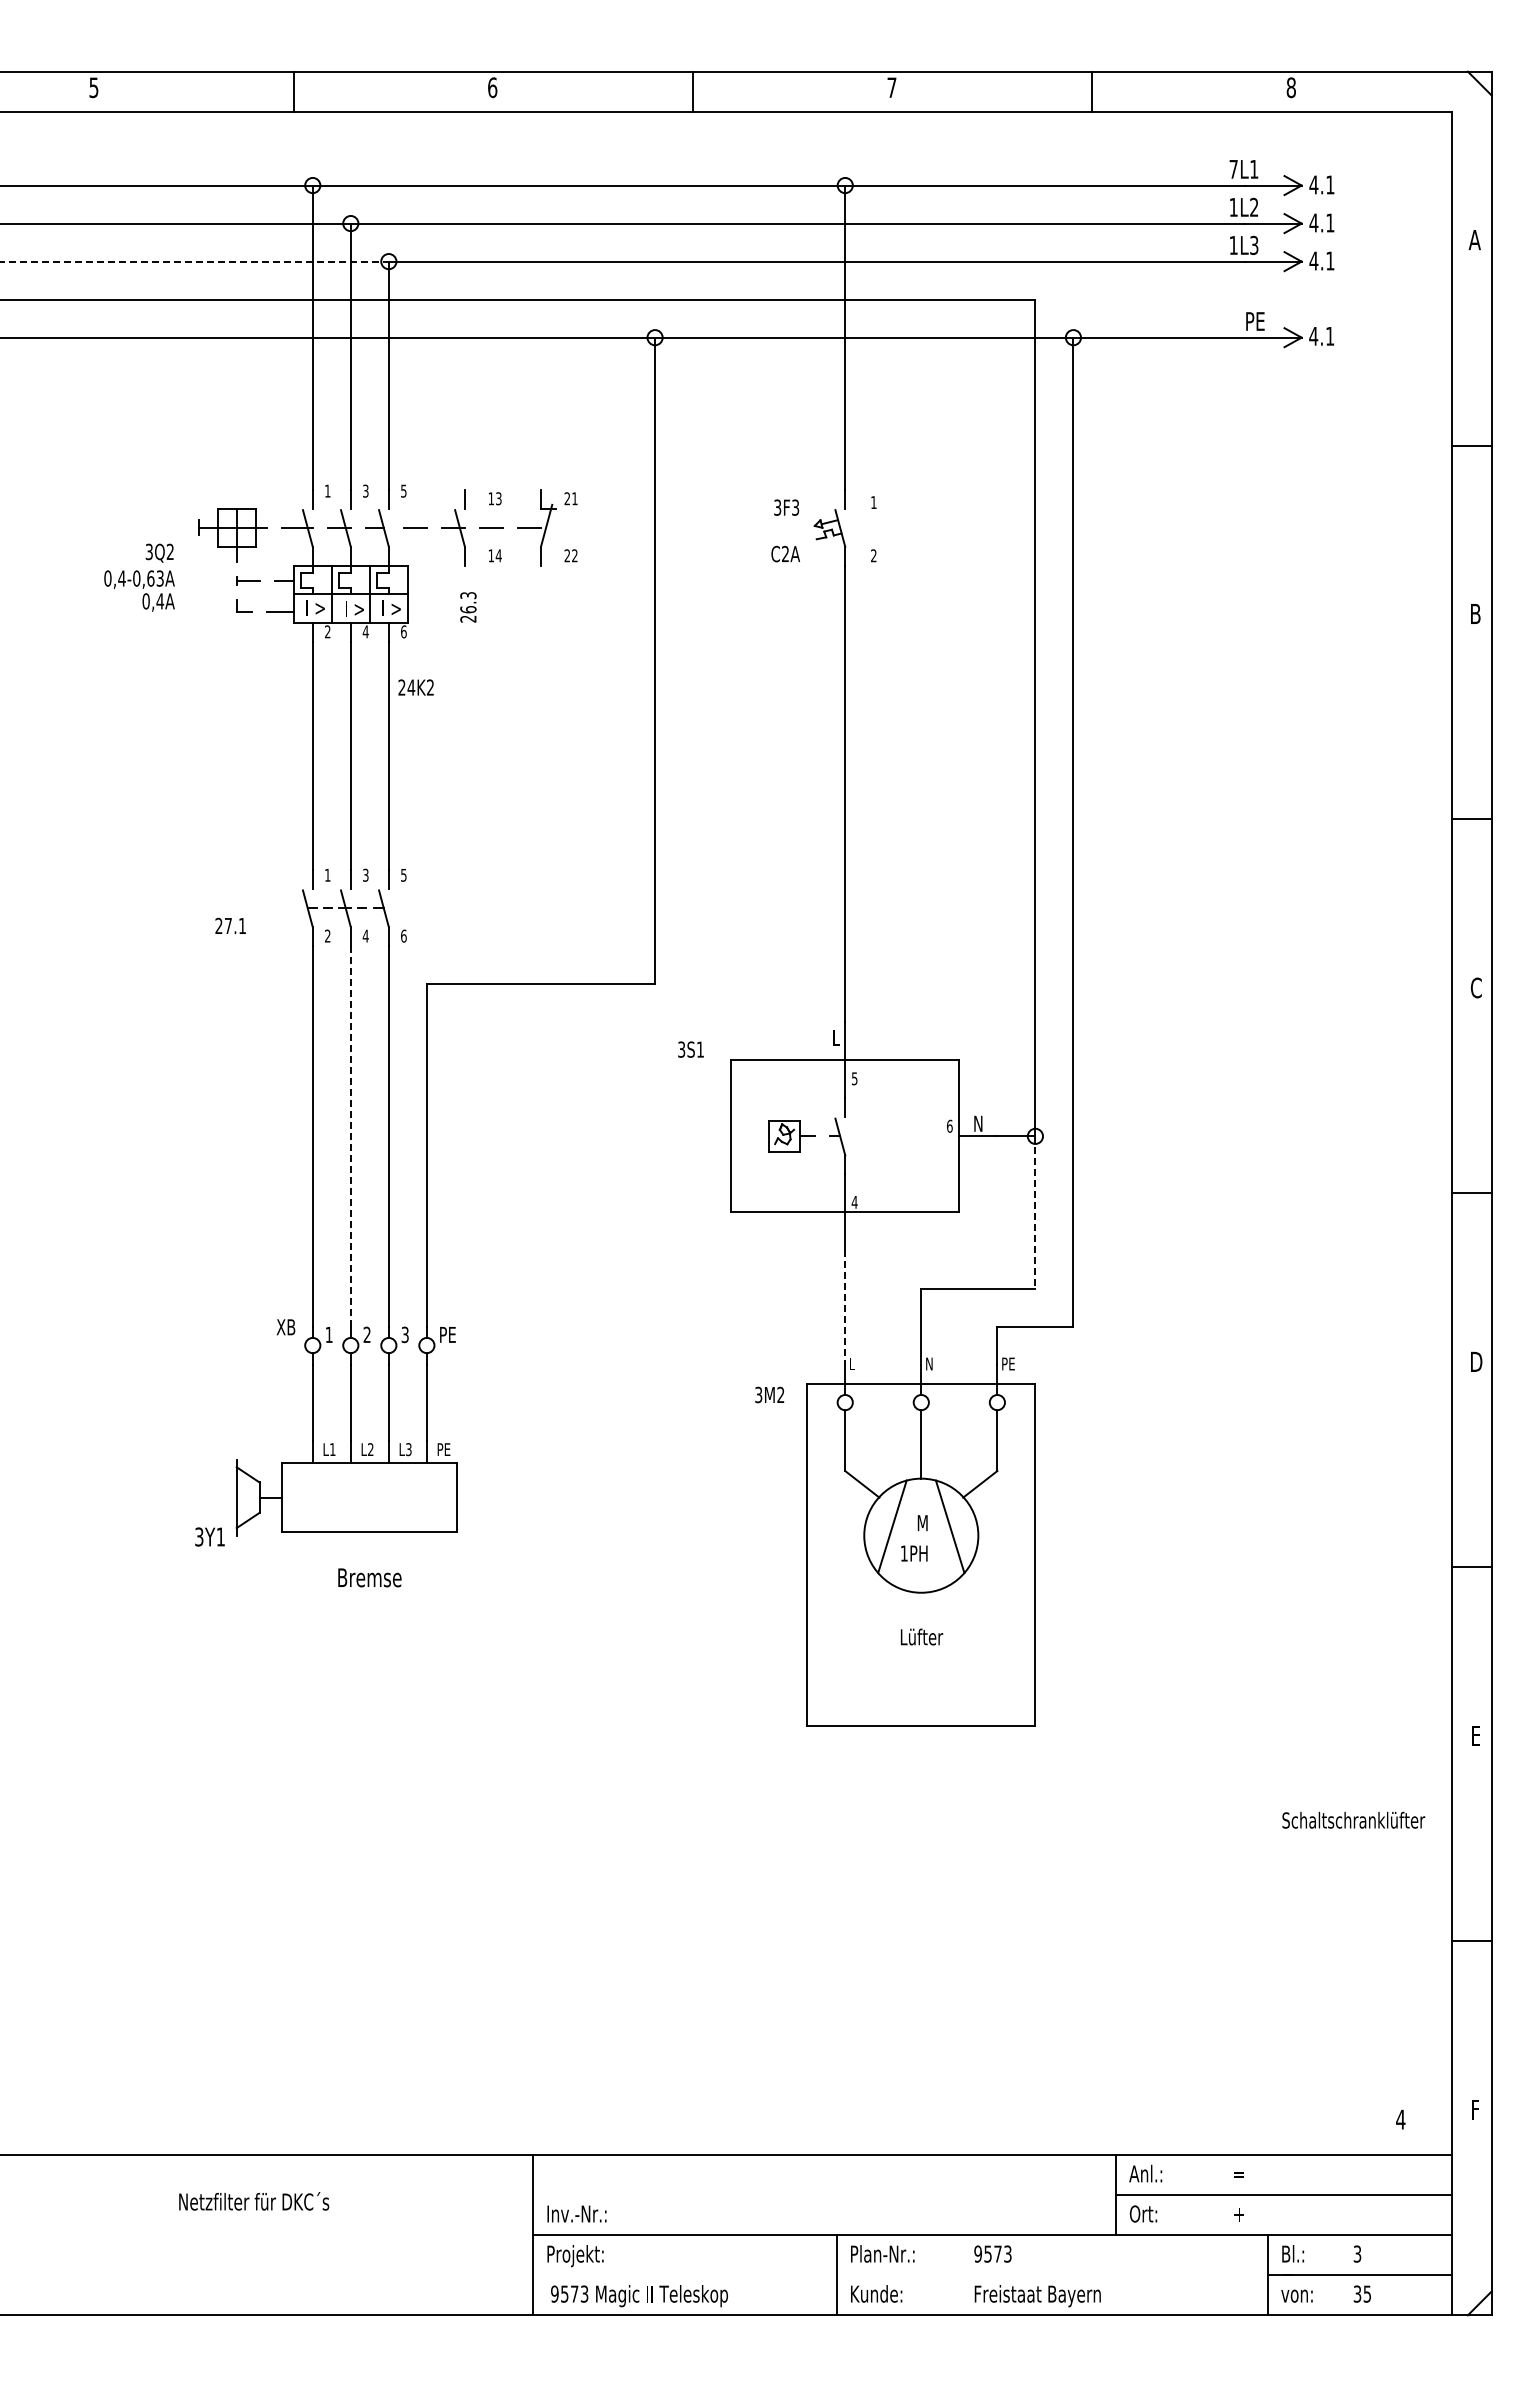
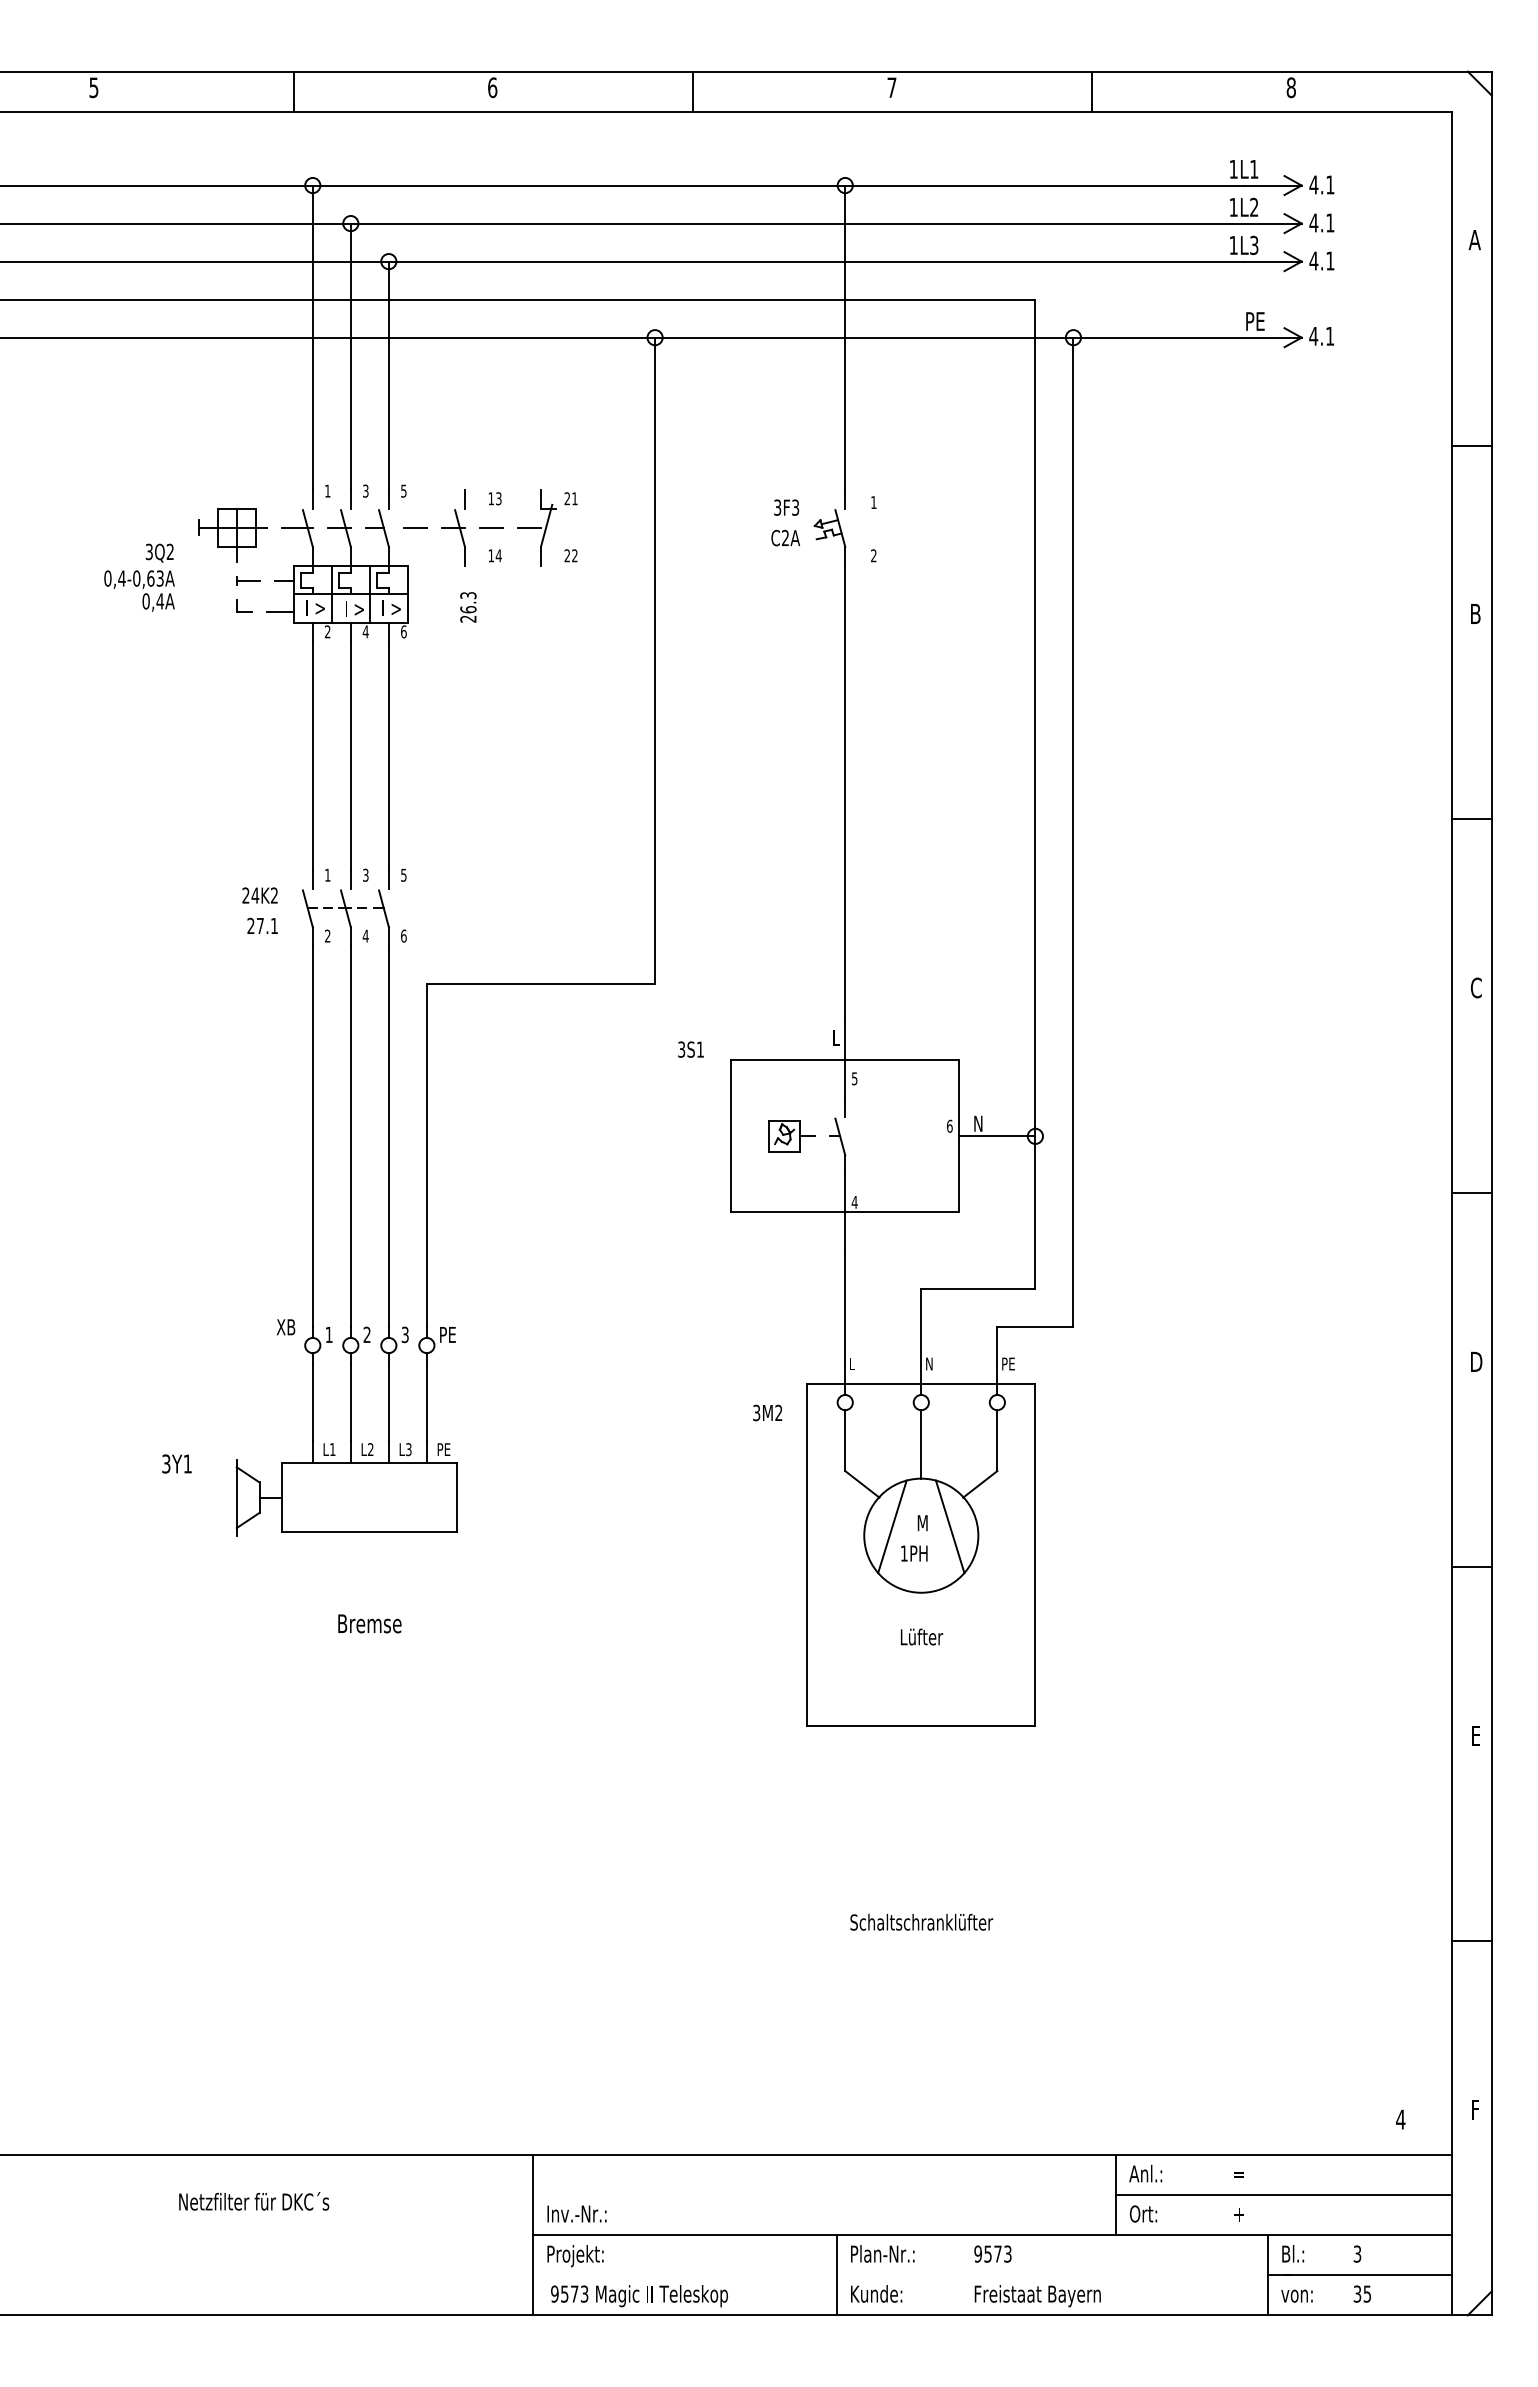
text at (1233, 169): 7L1 -> 1L1
line at (195, 261): dashed -> solid
text at (785, 553) position: (785, 553) -> (785, 537)
text at (415, 687) position: (415, 687) -> (259, 895)
text at (230, 925) position: (230, 925) -> (262, 925)
line at (350, 1135): dashed -> solid
line at (1035, 1212): dashed -> solid
line at (845, 1308): dashed -> solid
text at (769, 1394) position: (769, 1394) -> (767, 1412)
text at (209, 1536) position: (209, 1536) -> (176, 1463)
text at (369, 1577) position: (369, 1577) -> (369, 1623)
text at (1353, 1819) position: (1353, 1819) -> (921, 1921)
